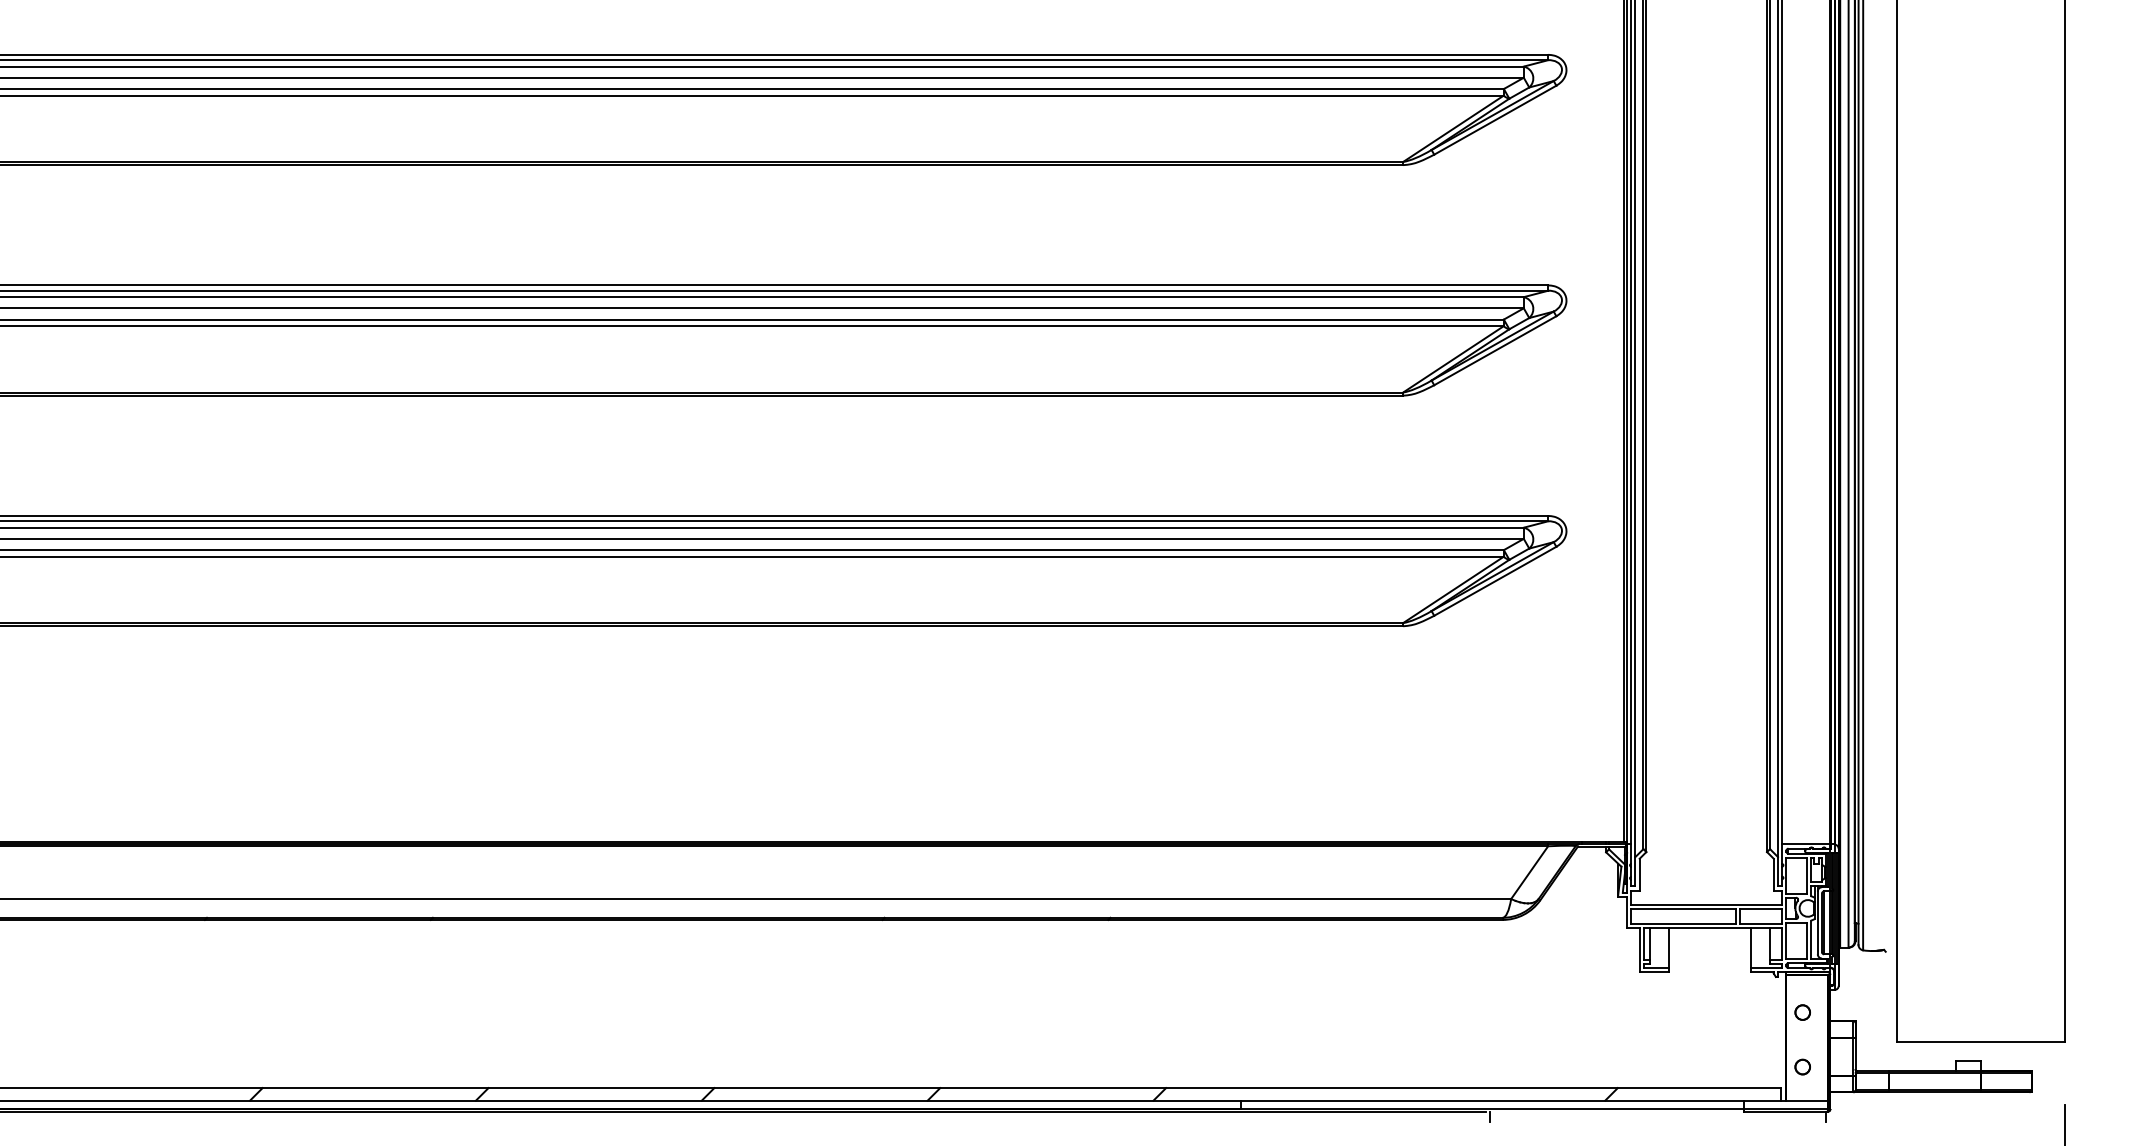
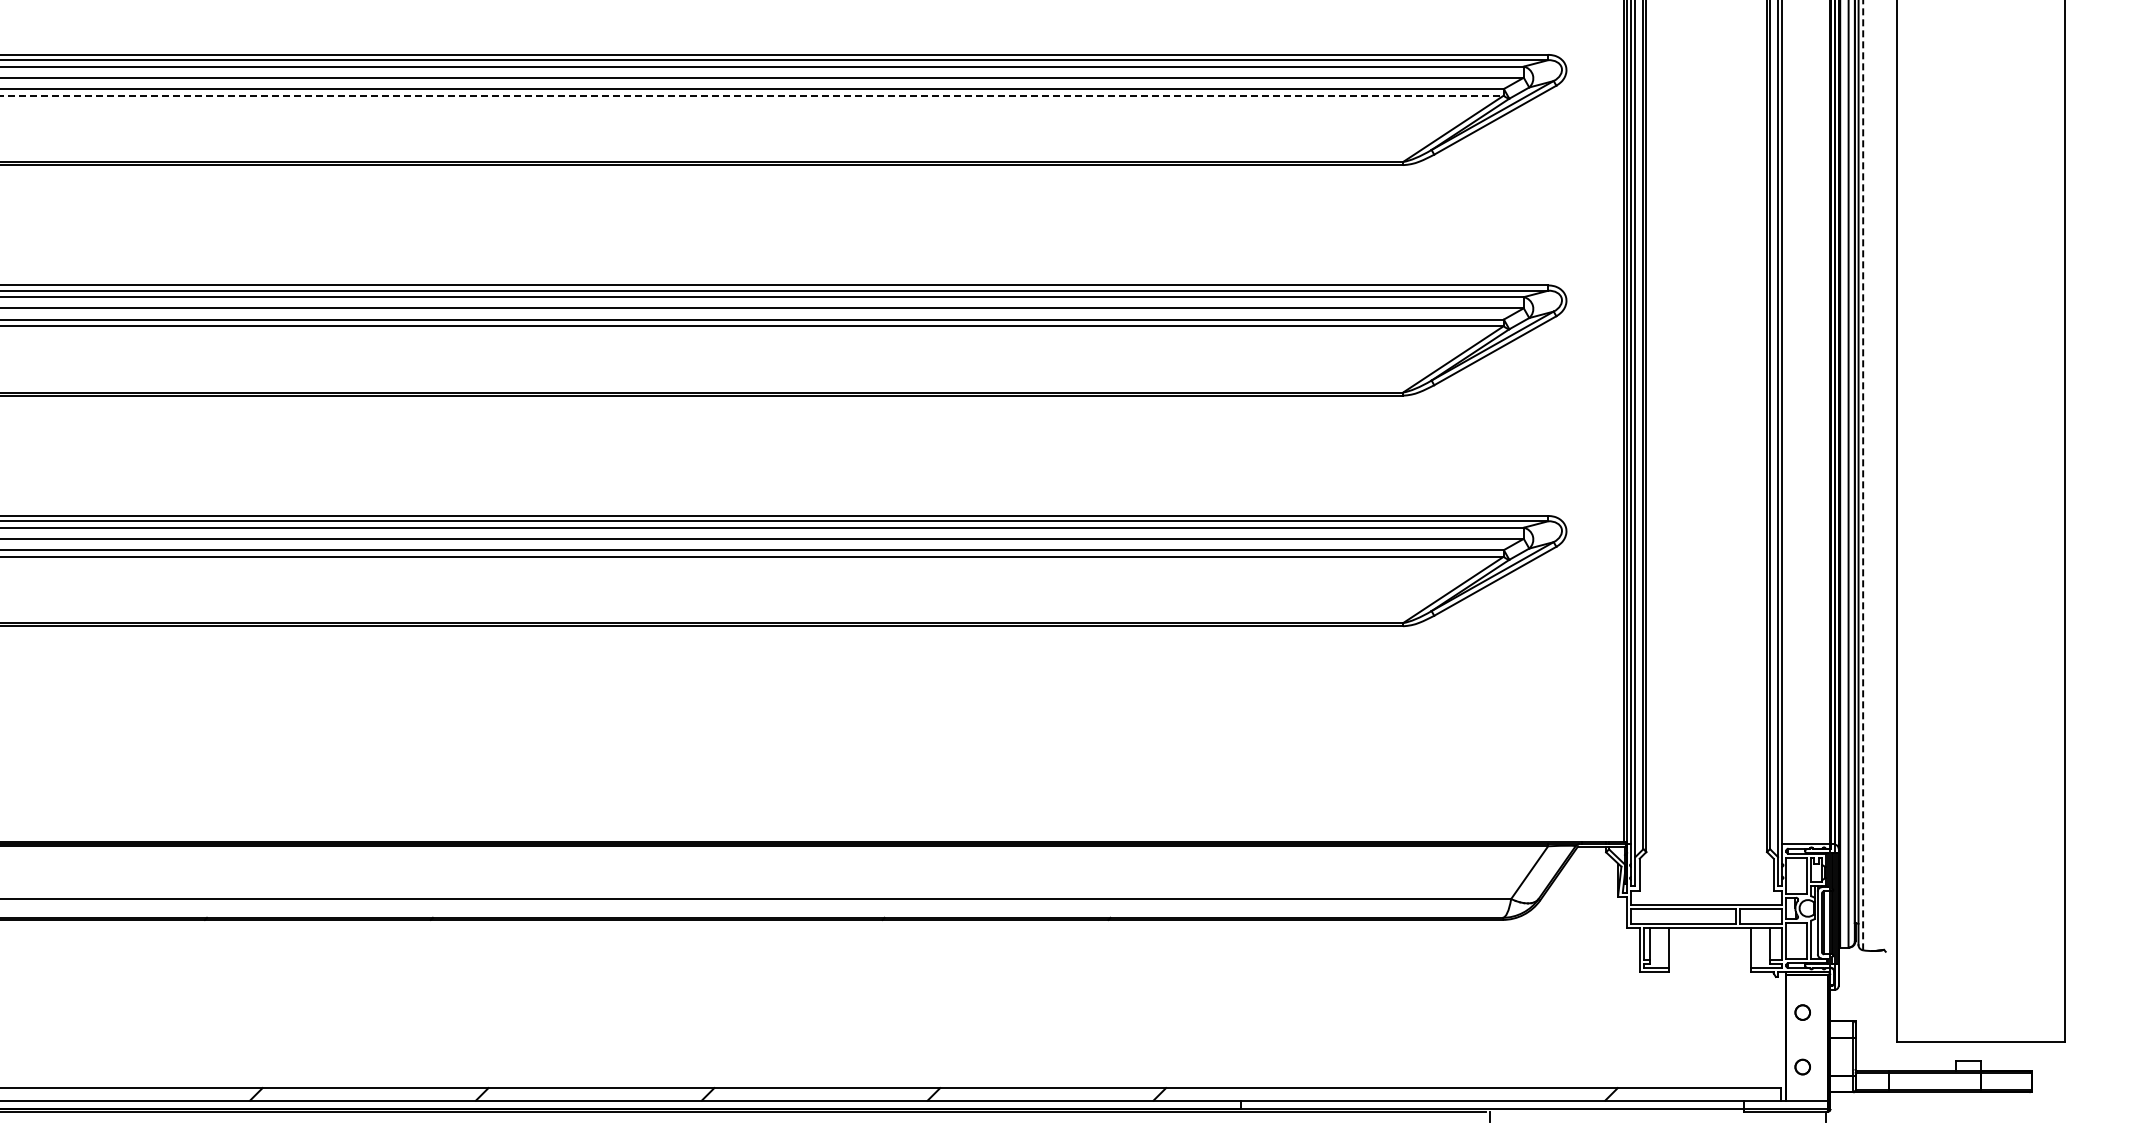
line at (752, 95): solid -> dashed
line at (1863, 475): solid -> dashed
line at (2065, 1123): present -> none
